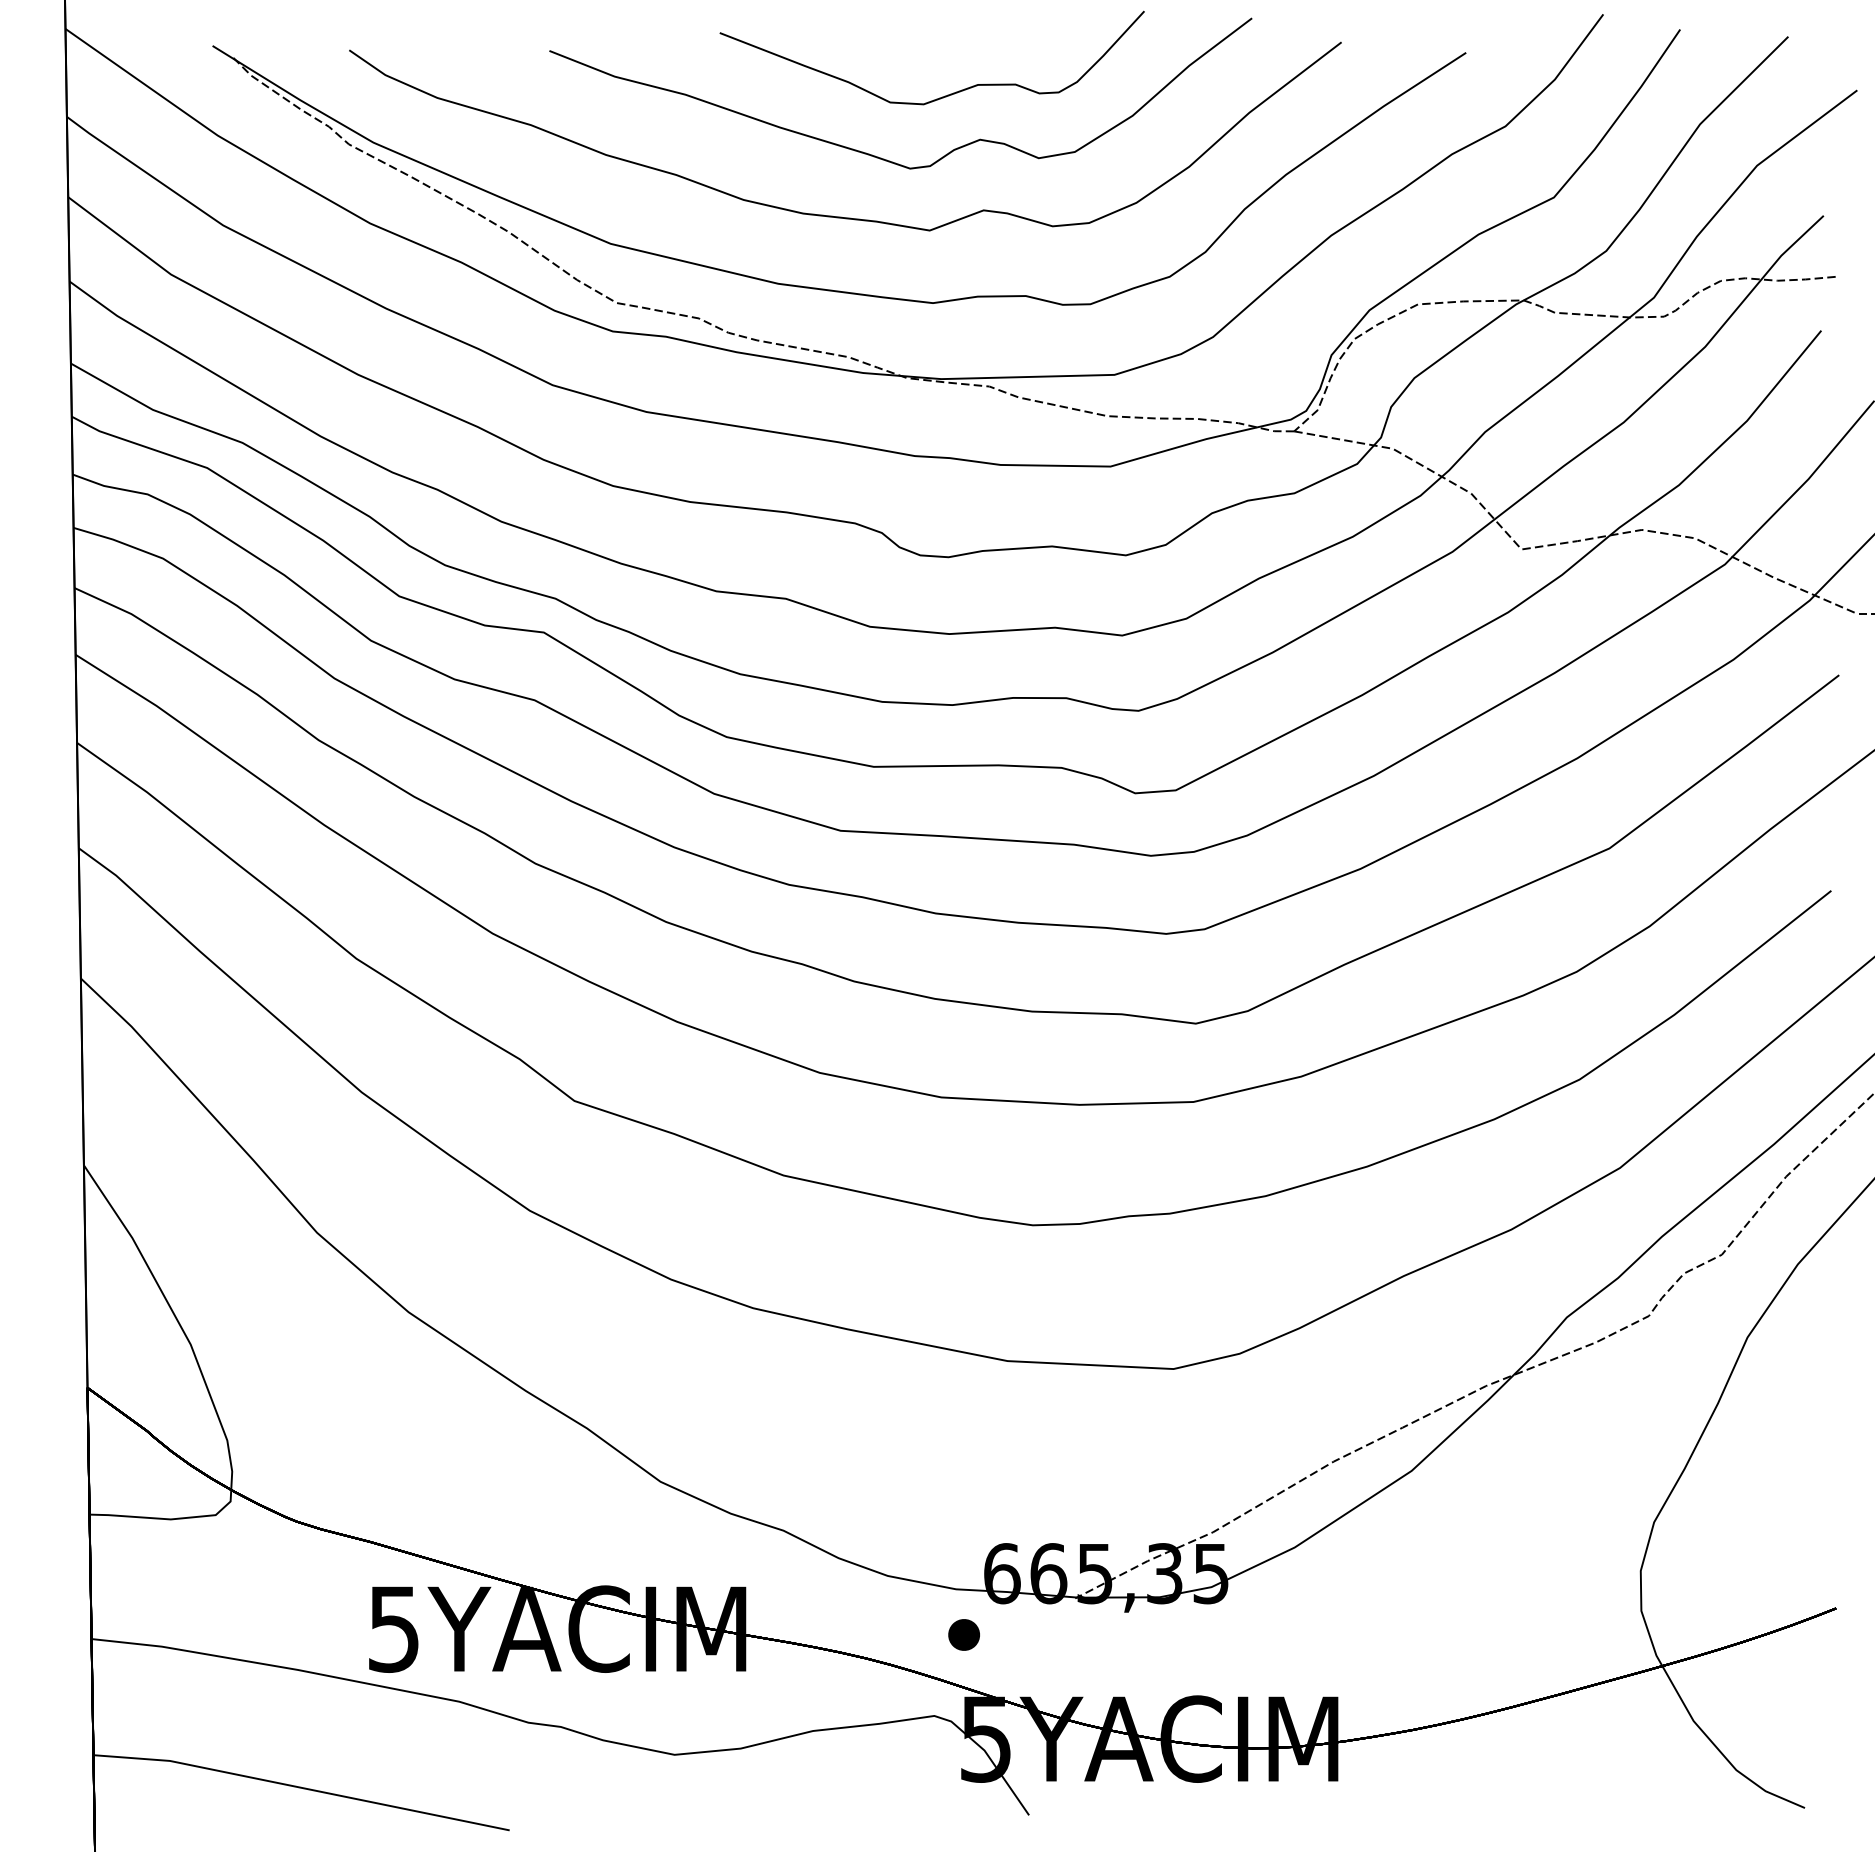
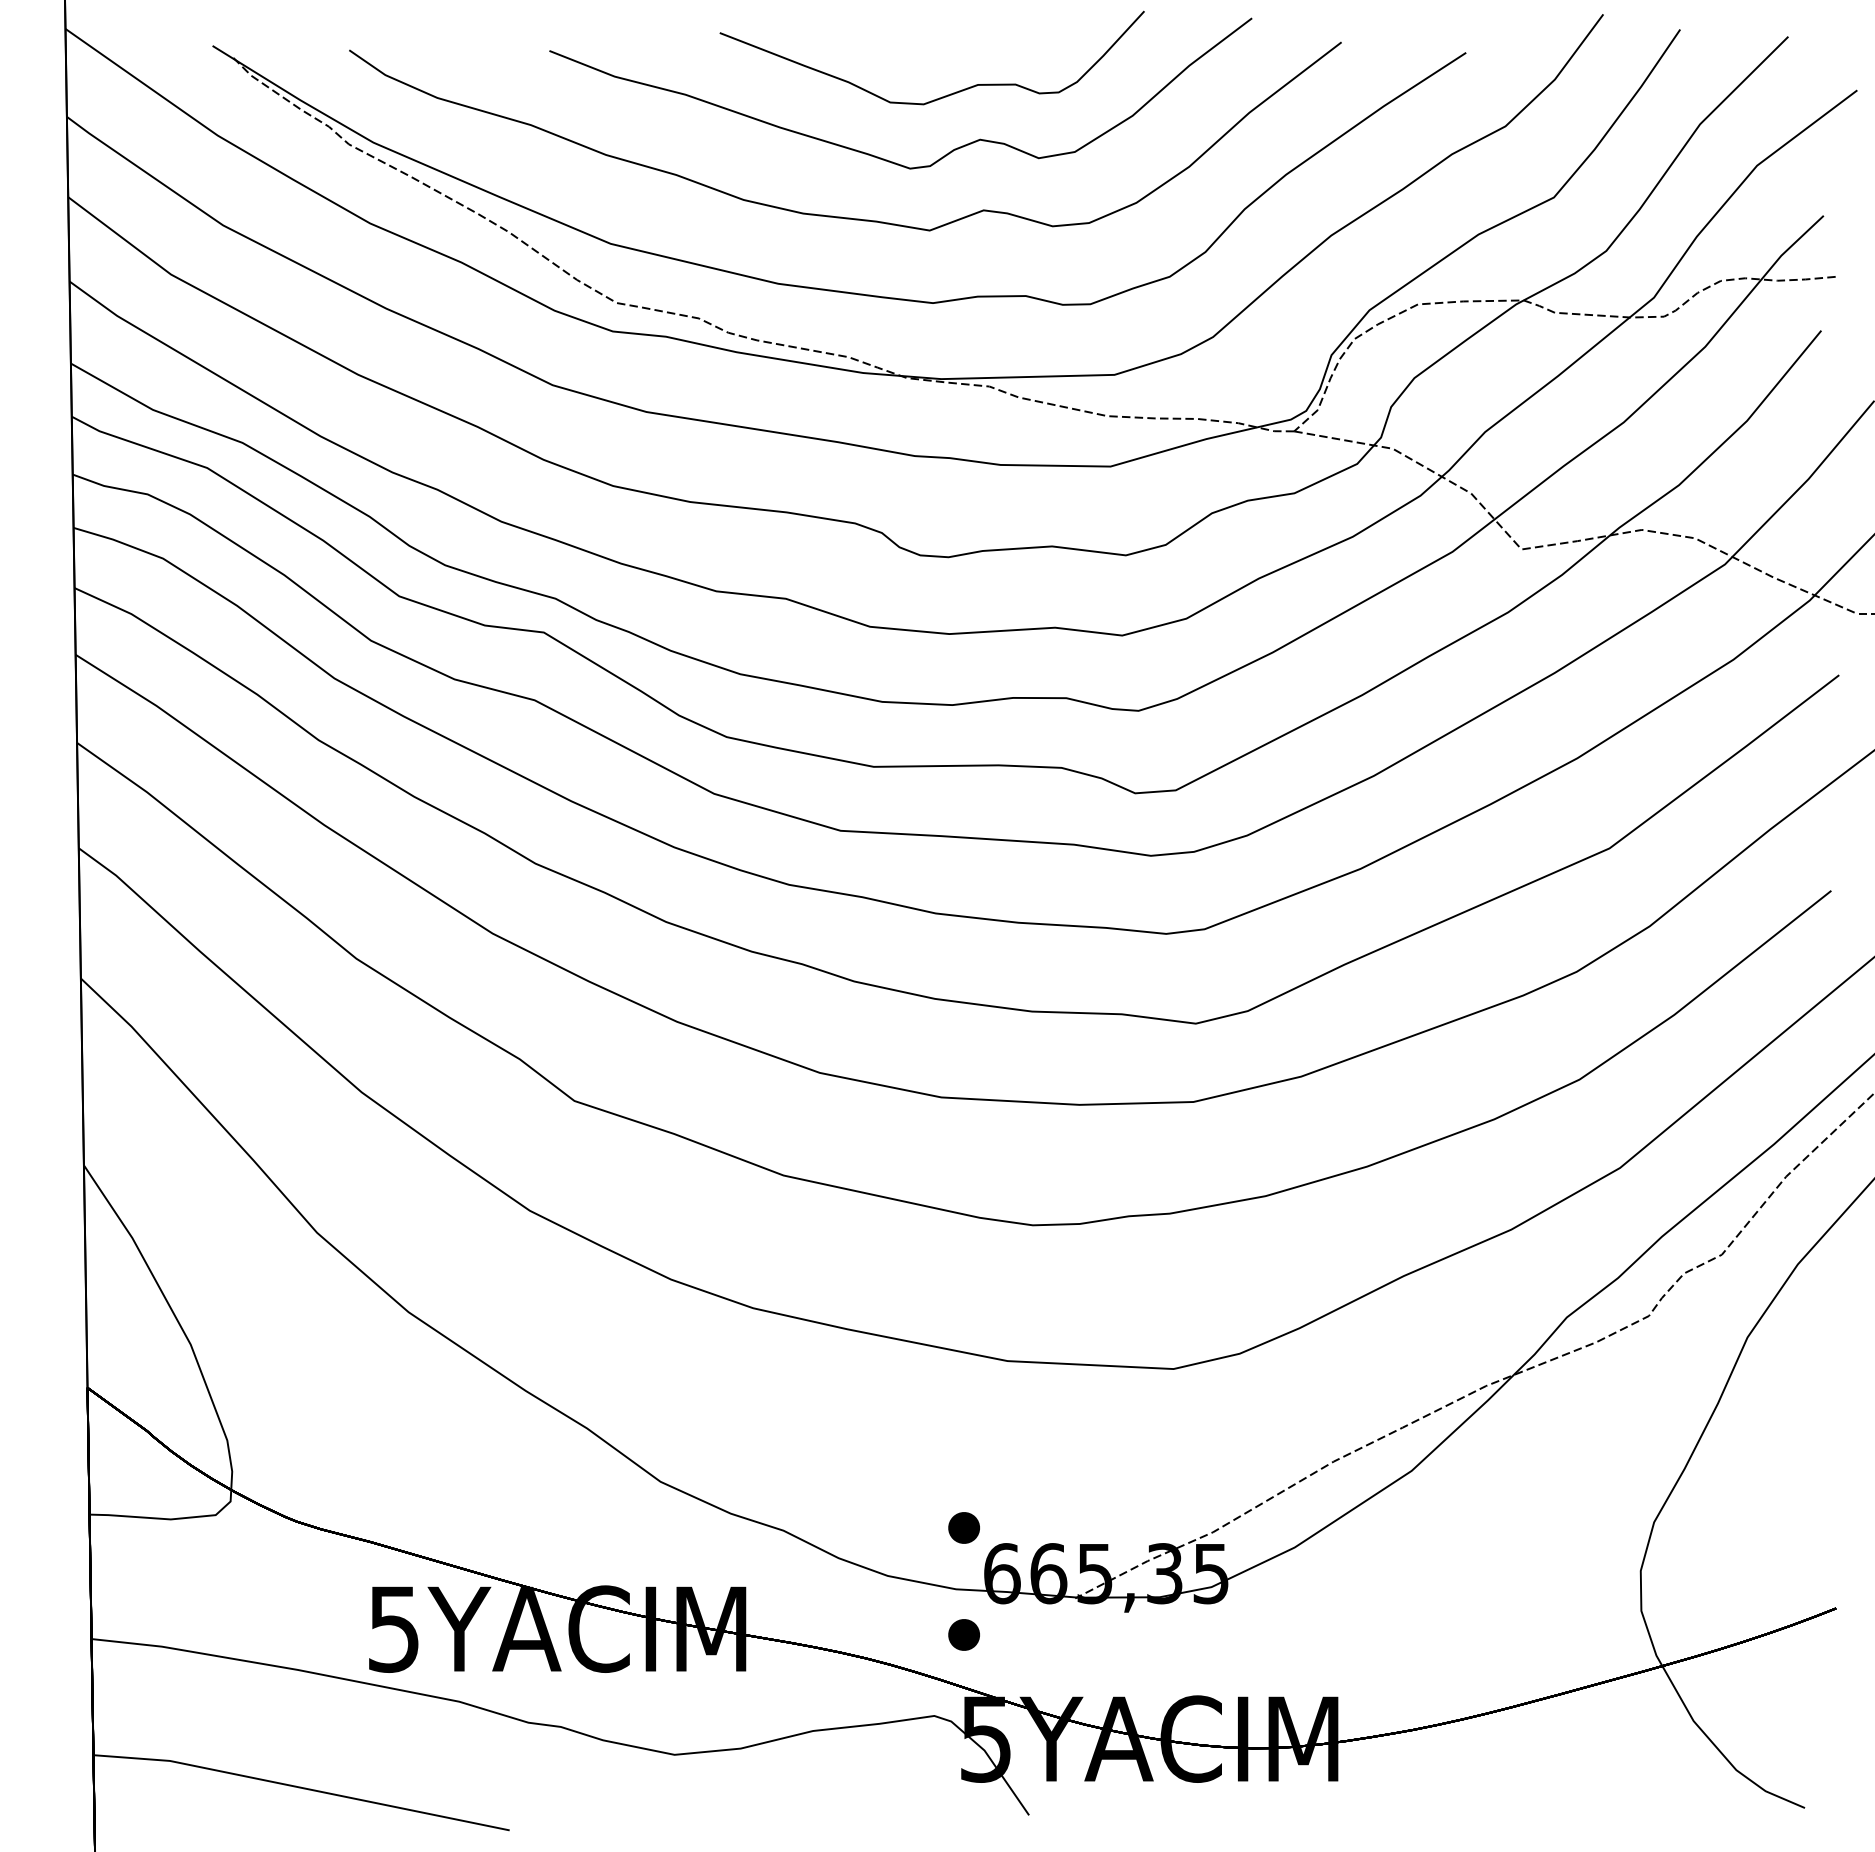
part at (963, 1527): none -> present
